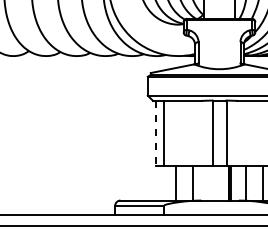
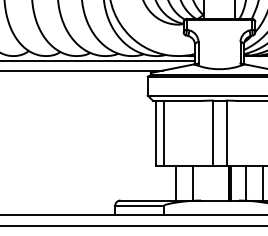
line at (98, 60): none -> present
line at (82, 70): none -> present
line at (155, 133): dashed -> solid
